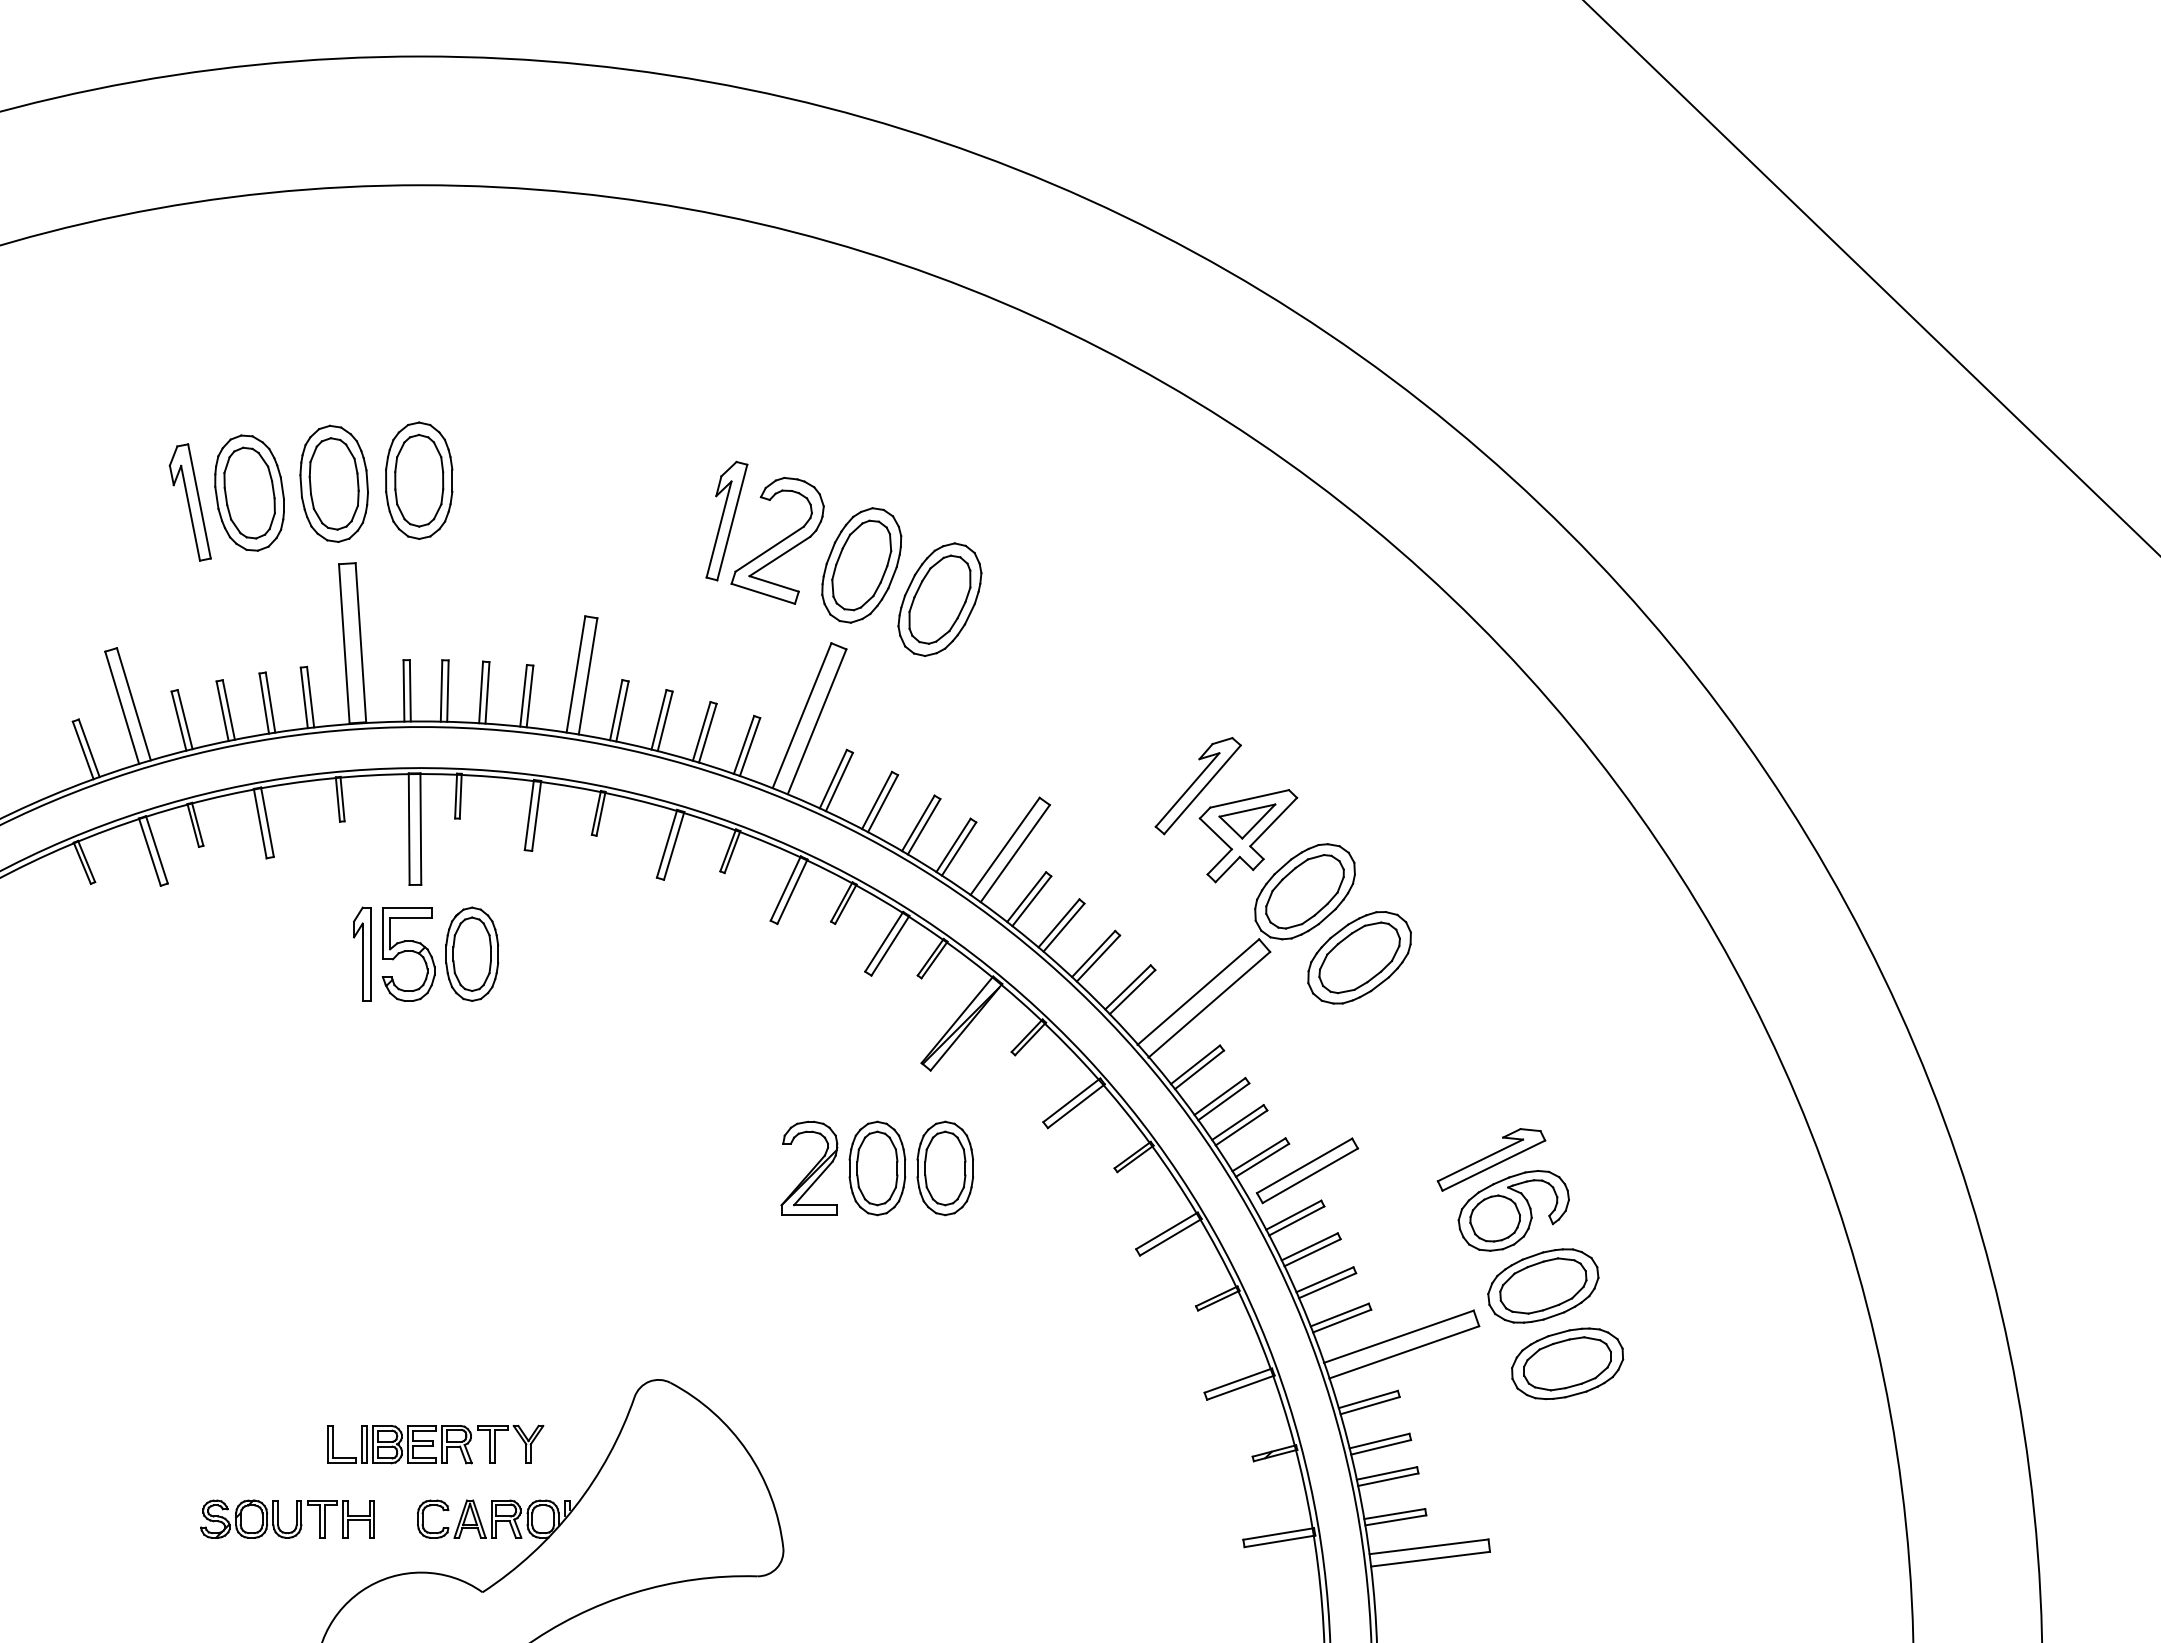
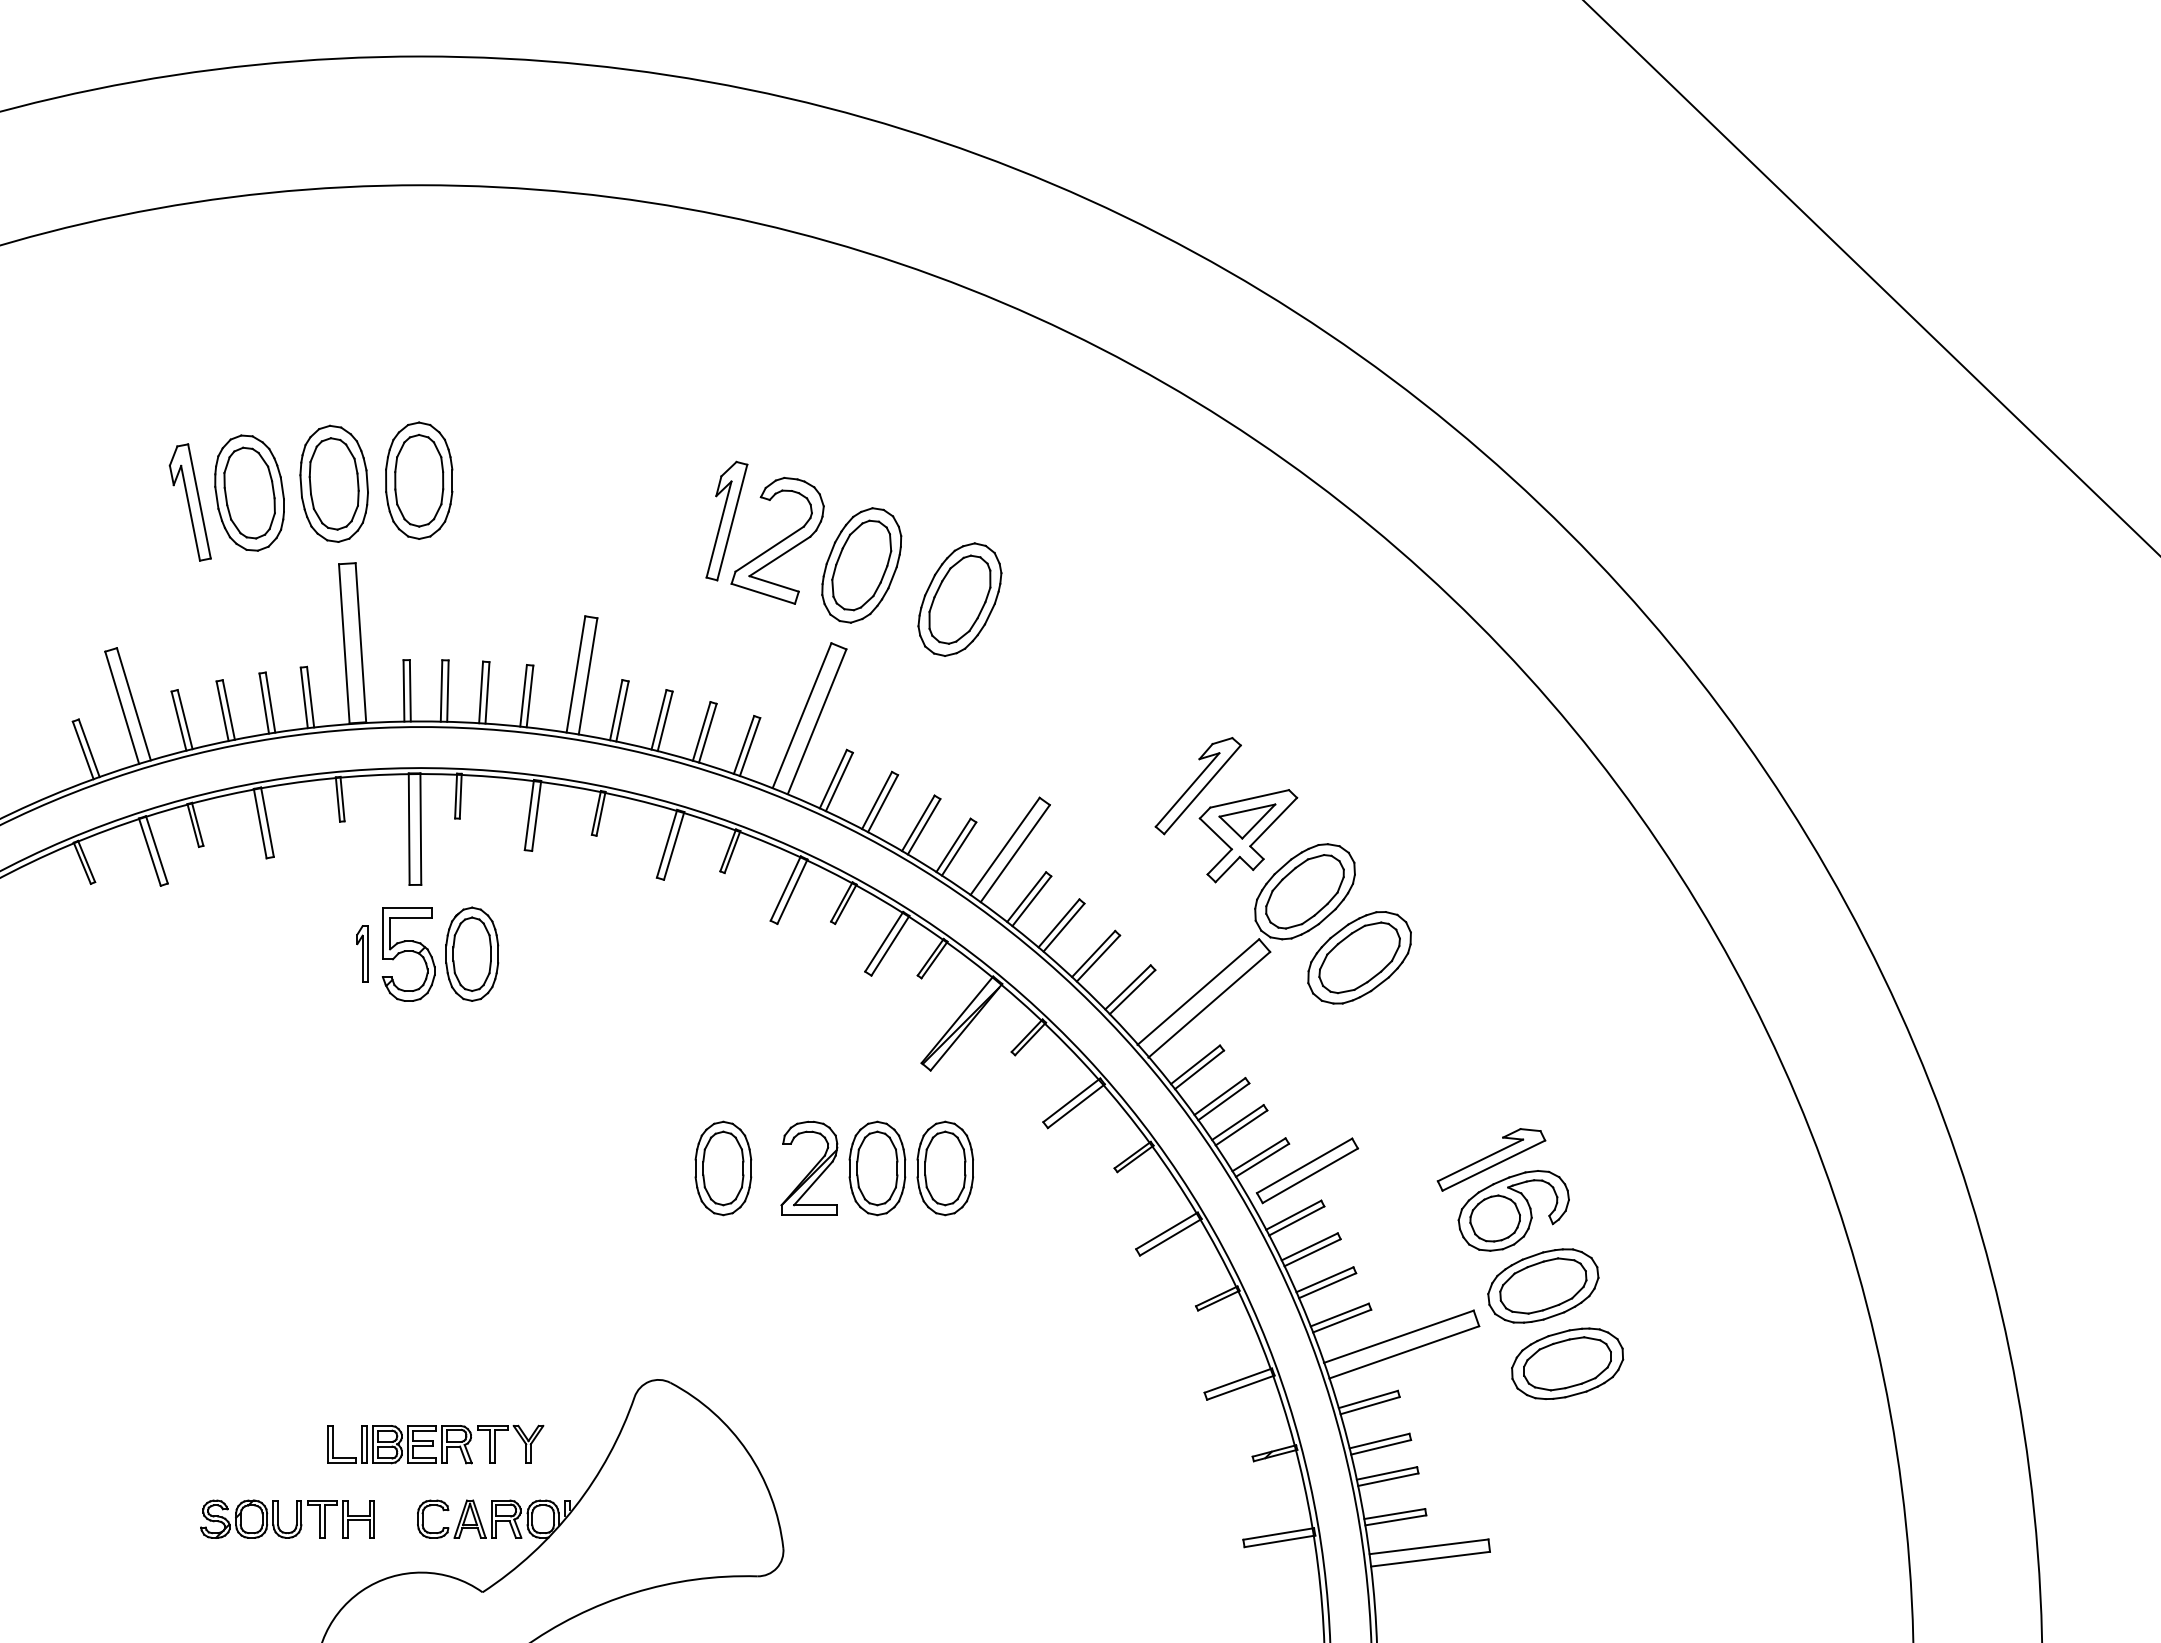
part at (939, 599) position: (939, 599) -> (959, 599)
part at (362, 953) size: 19x96 px -> 13x58 px
part at (723, 1168): none -> present
